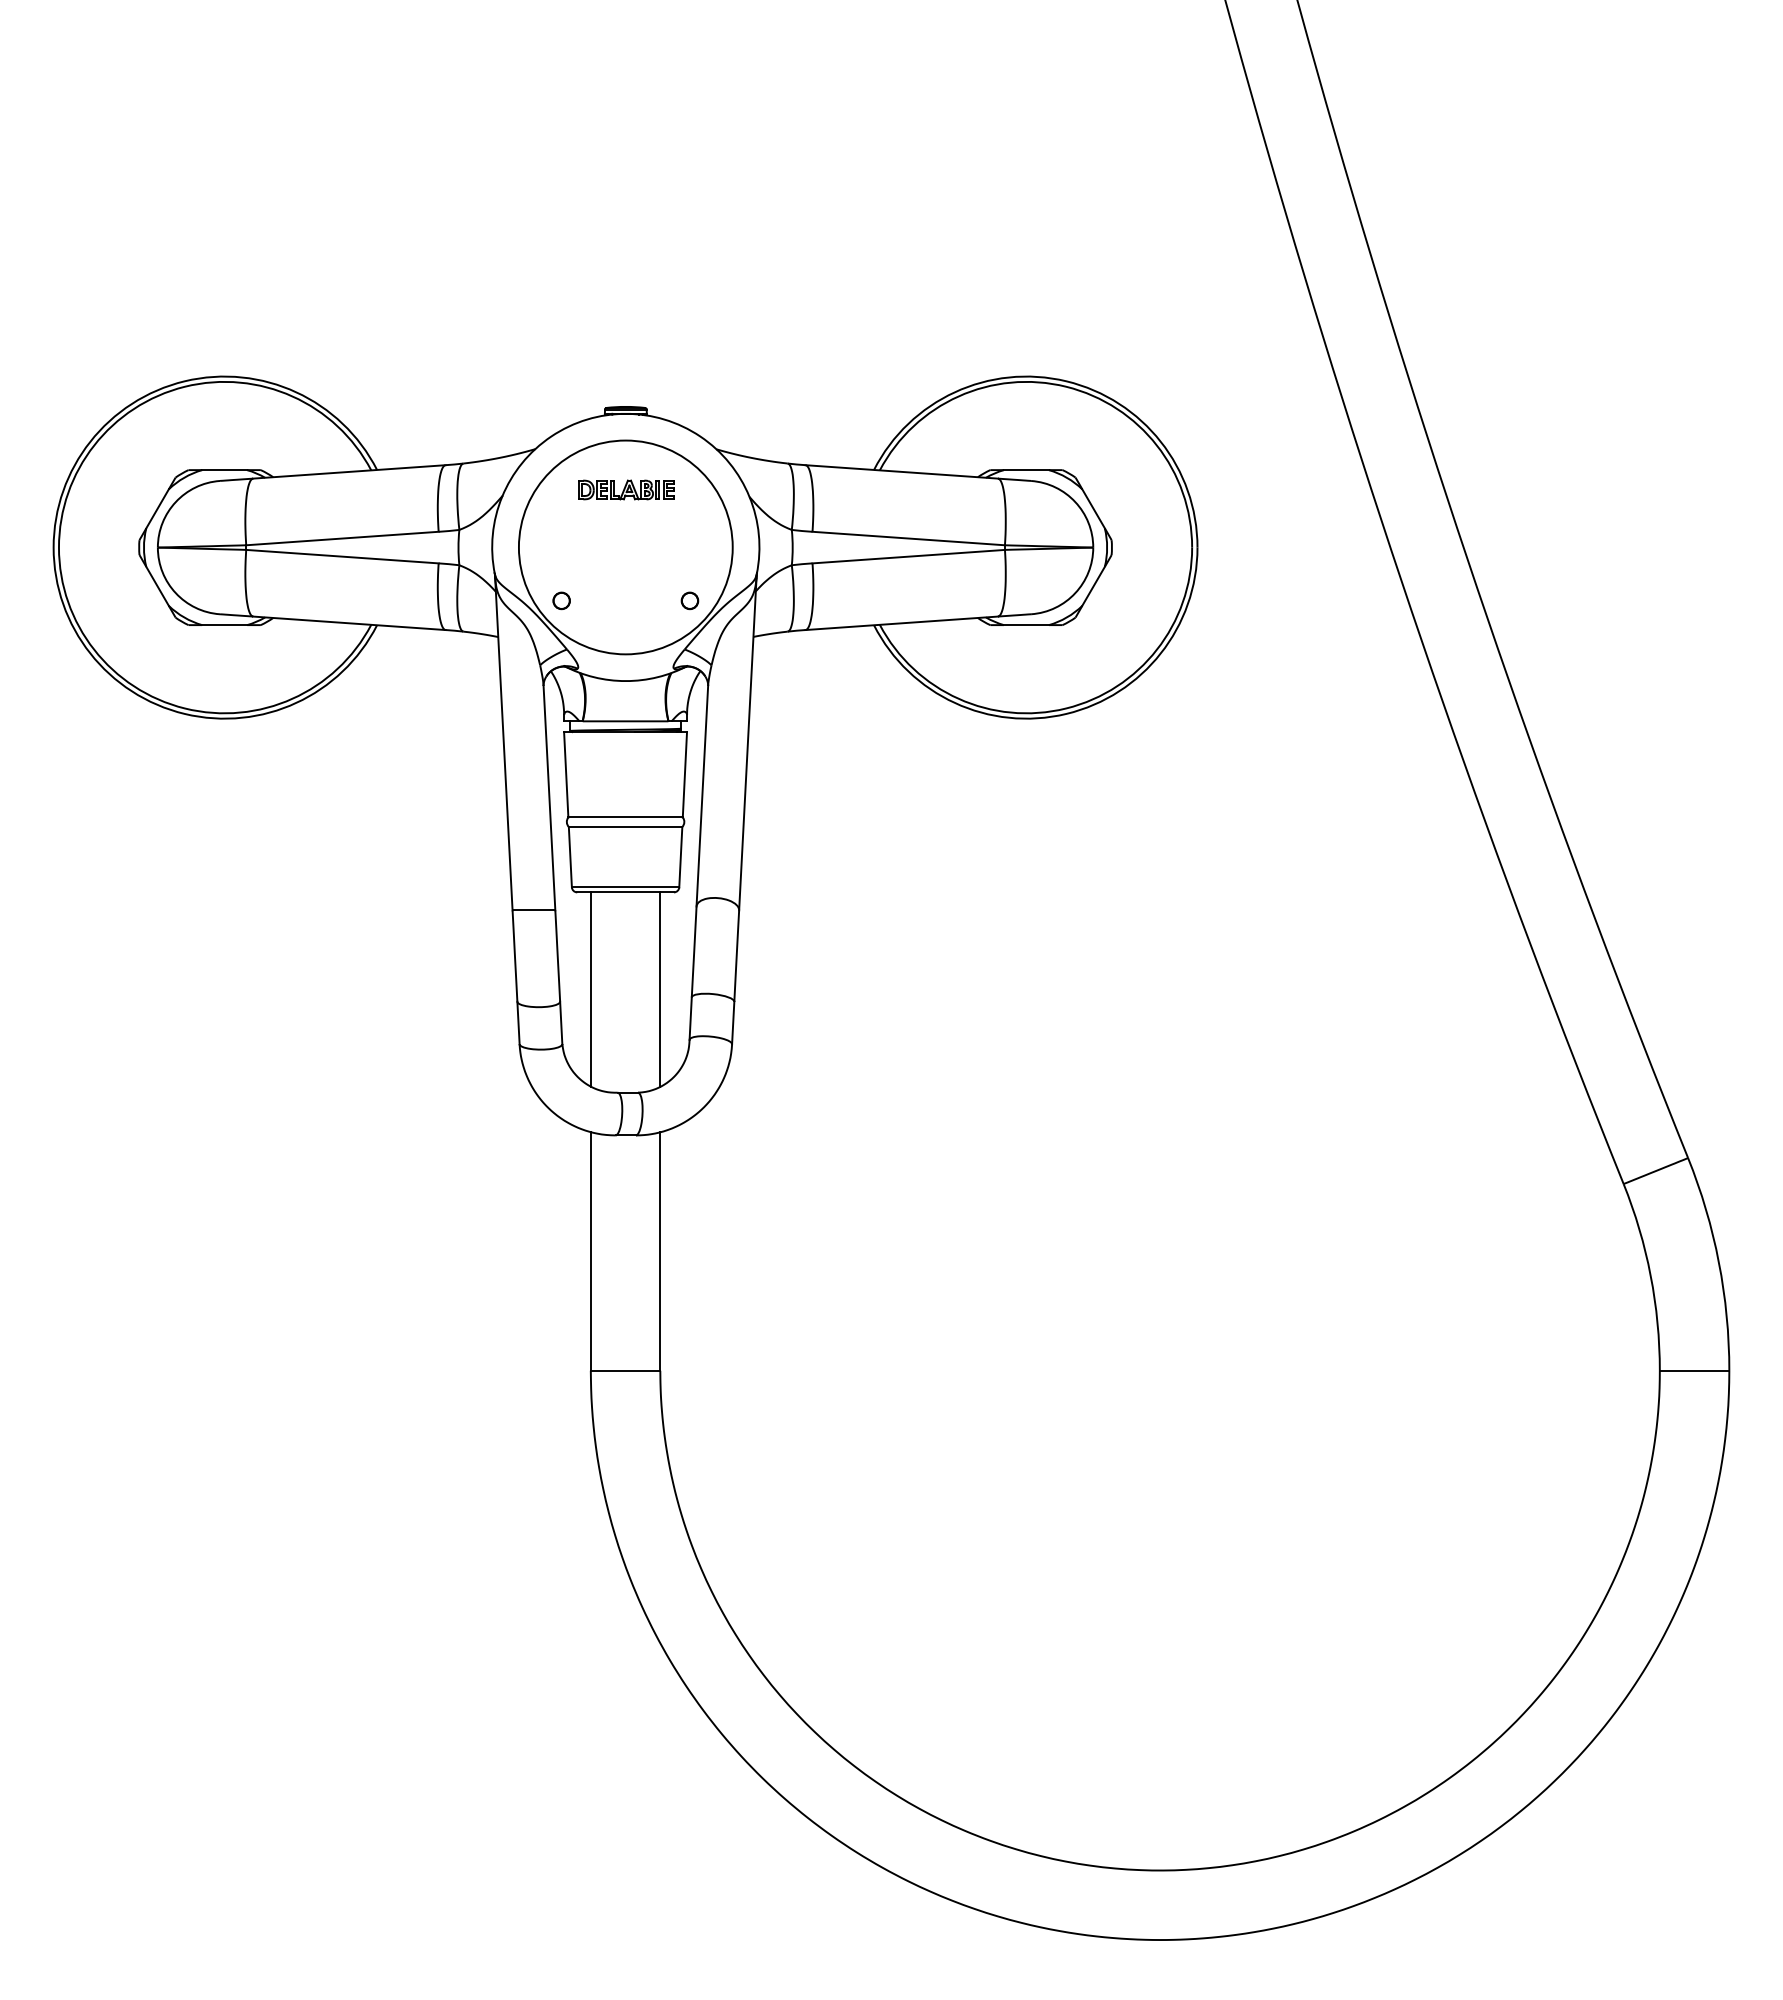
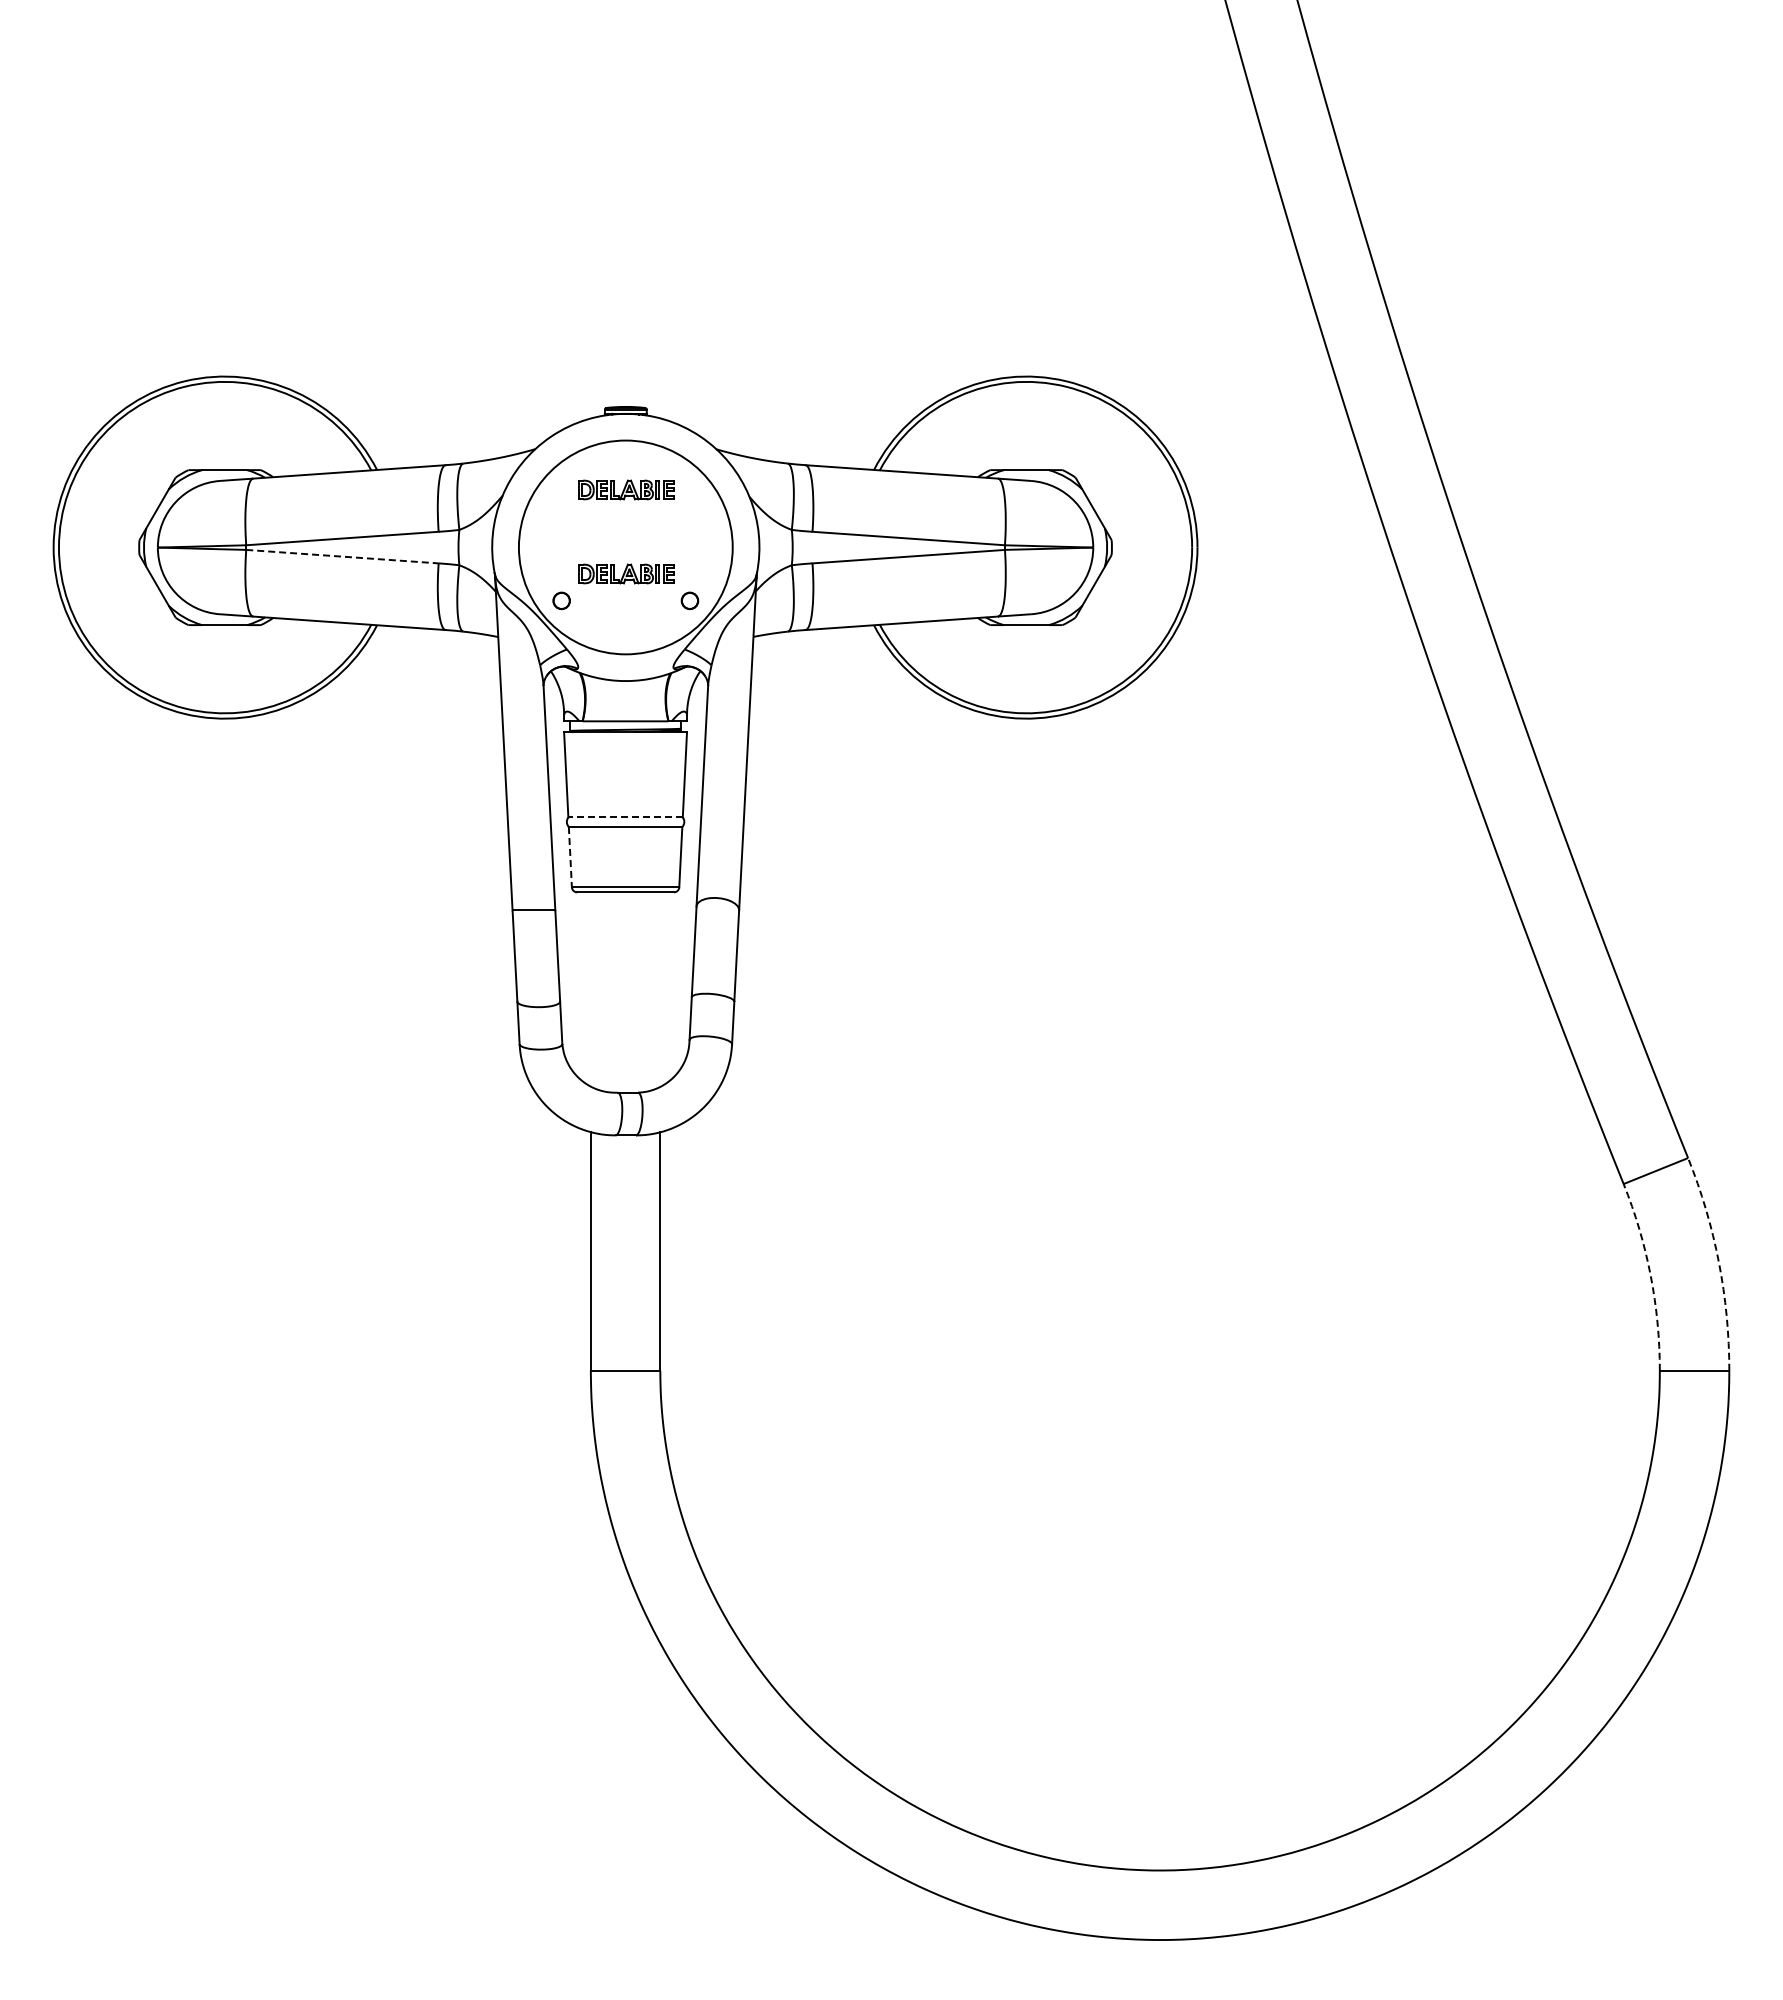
line at (342, 556): solid -> dashed
part at (626, 573): none -> present
line at (625, 817): solid -> dashed
line at (570, 857): solid -> dashed
line at (590, 989): present -> none
line at (660, 989): present -> none
arc at (1718, 1262): solid -> dashed
arc at (1650, 1275): solid -> dashed
